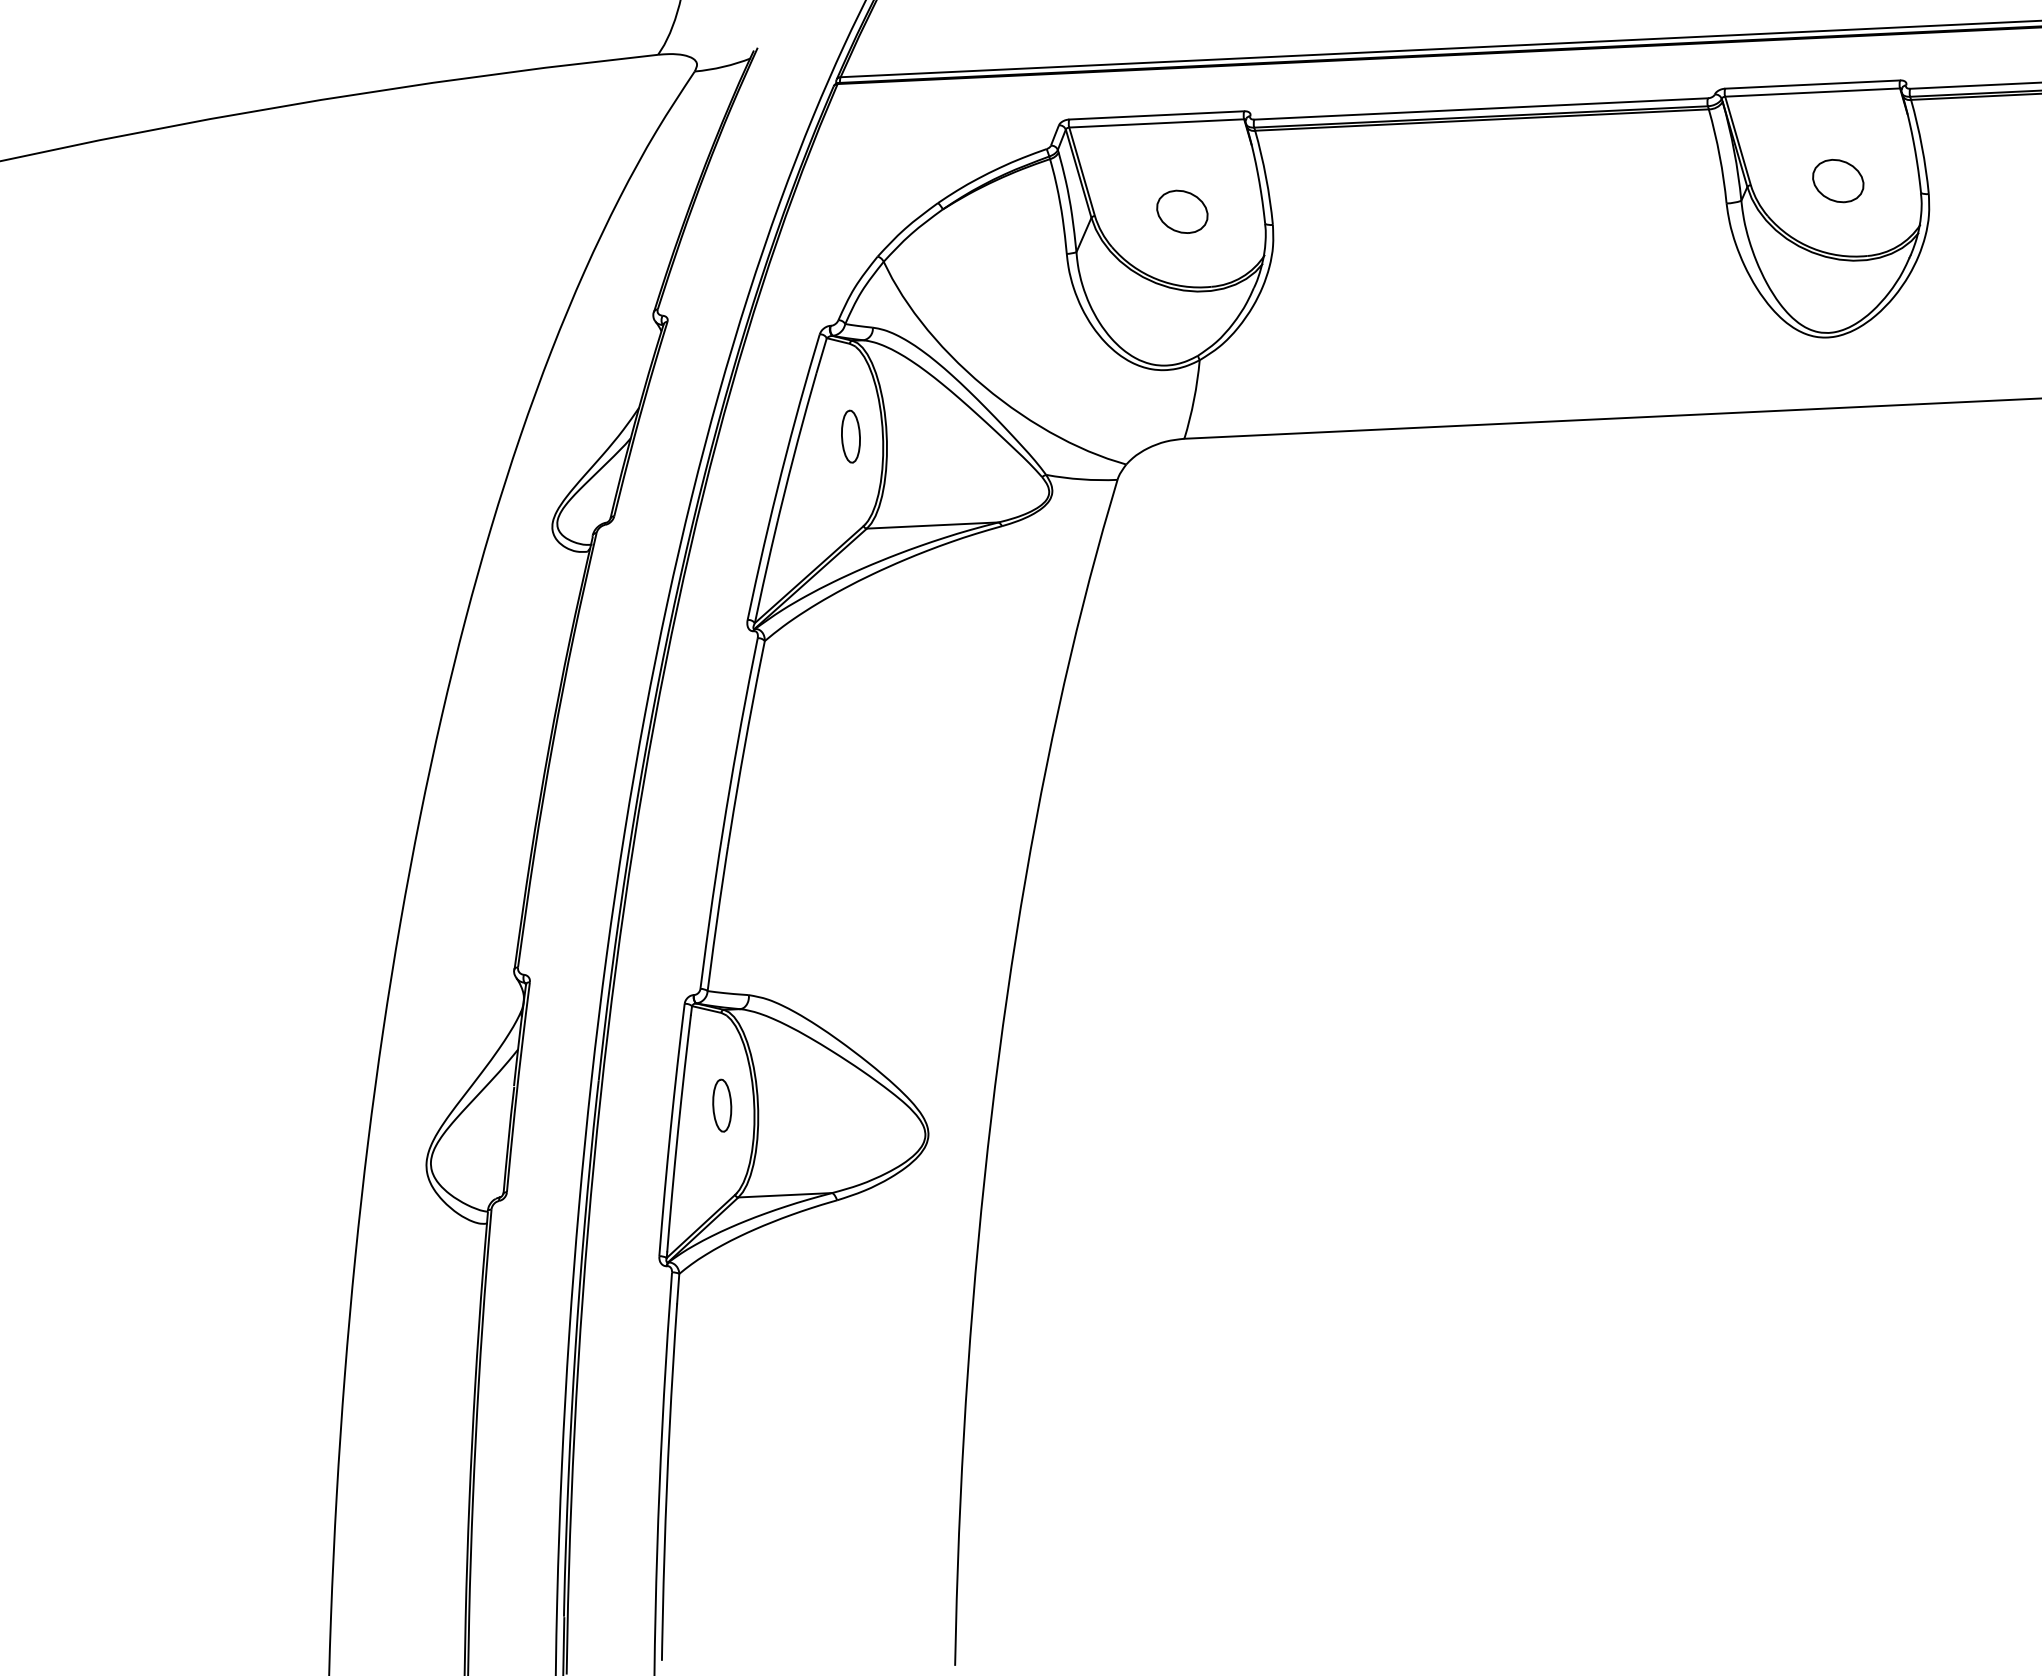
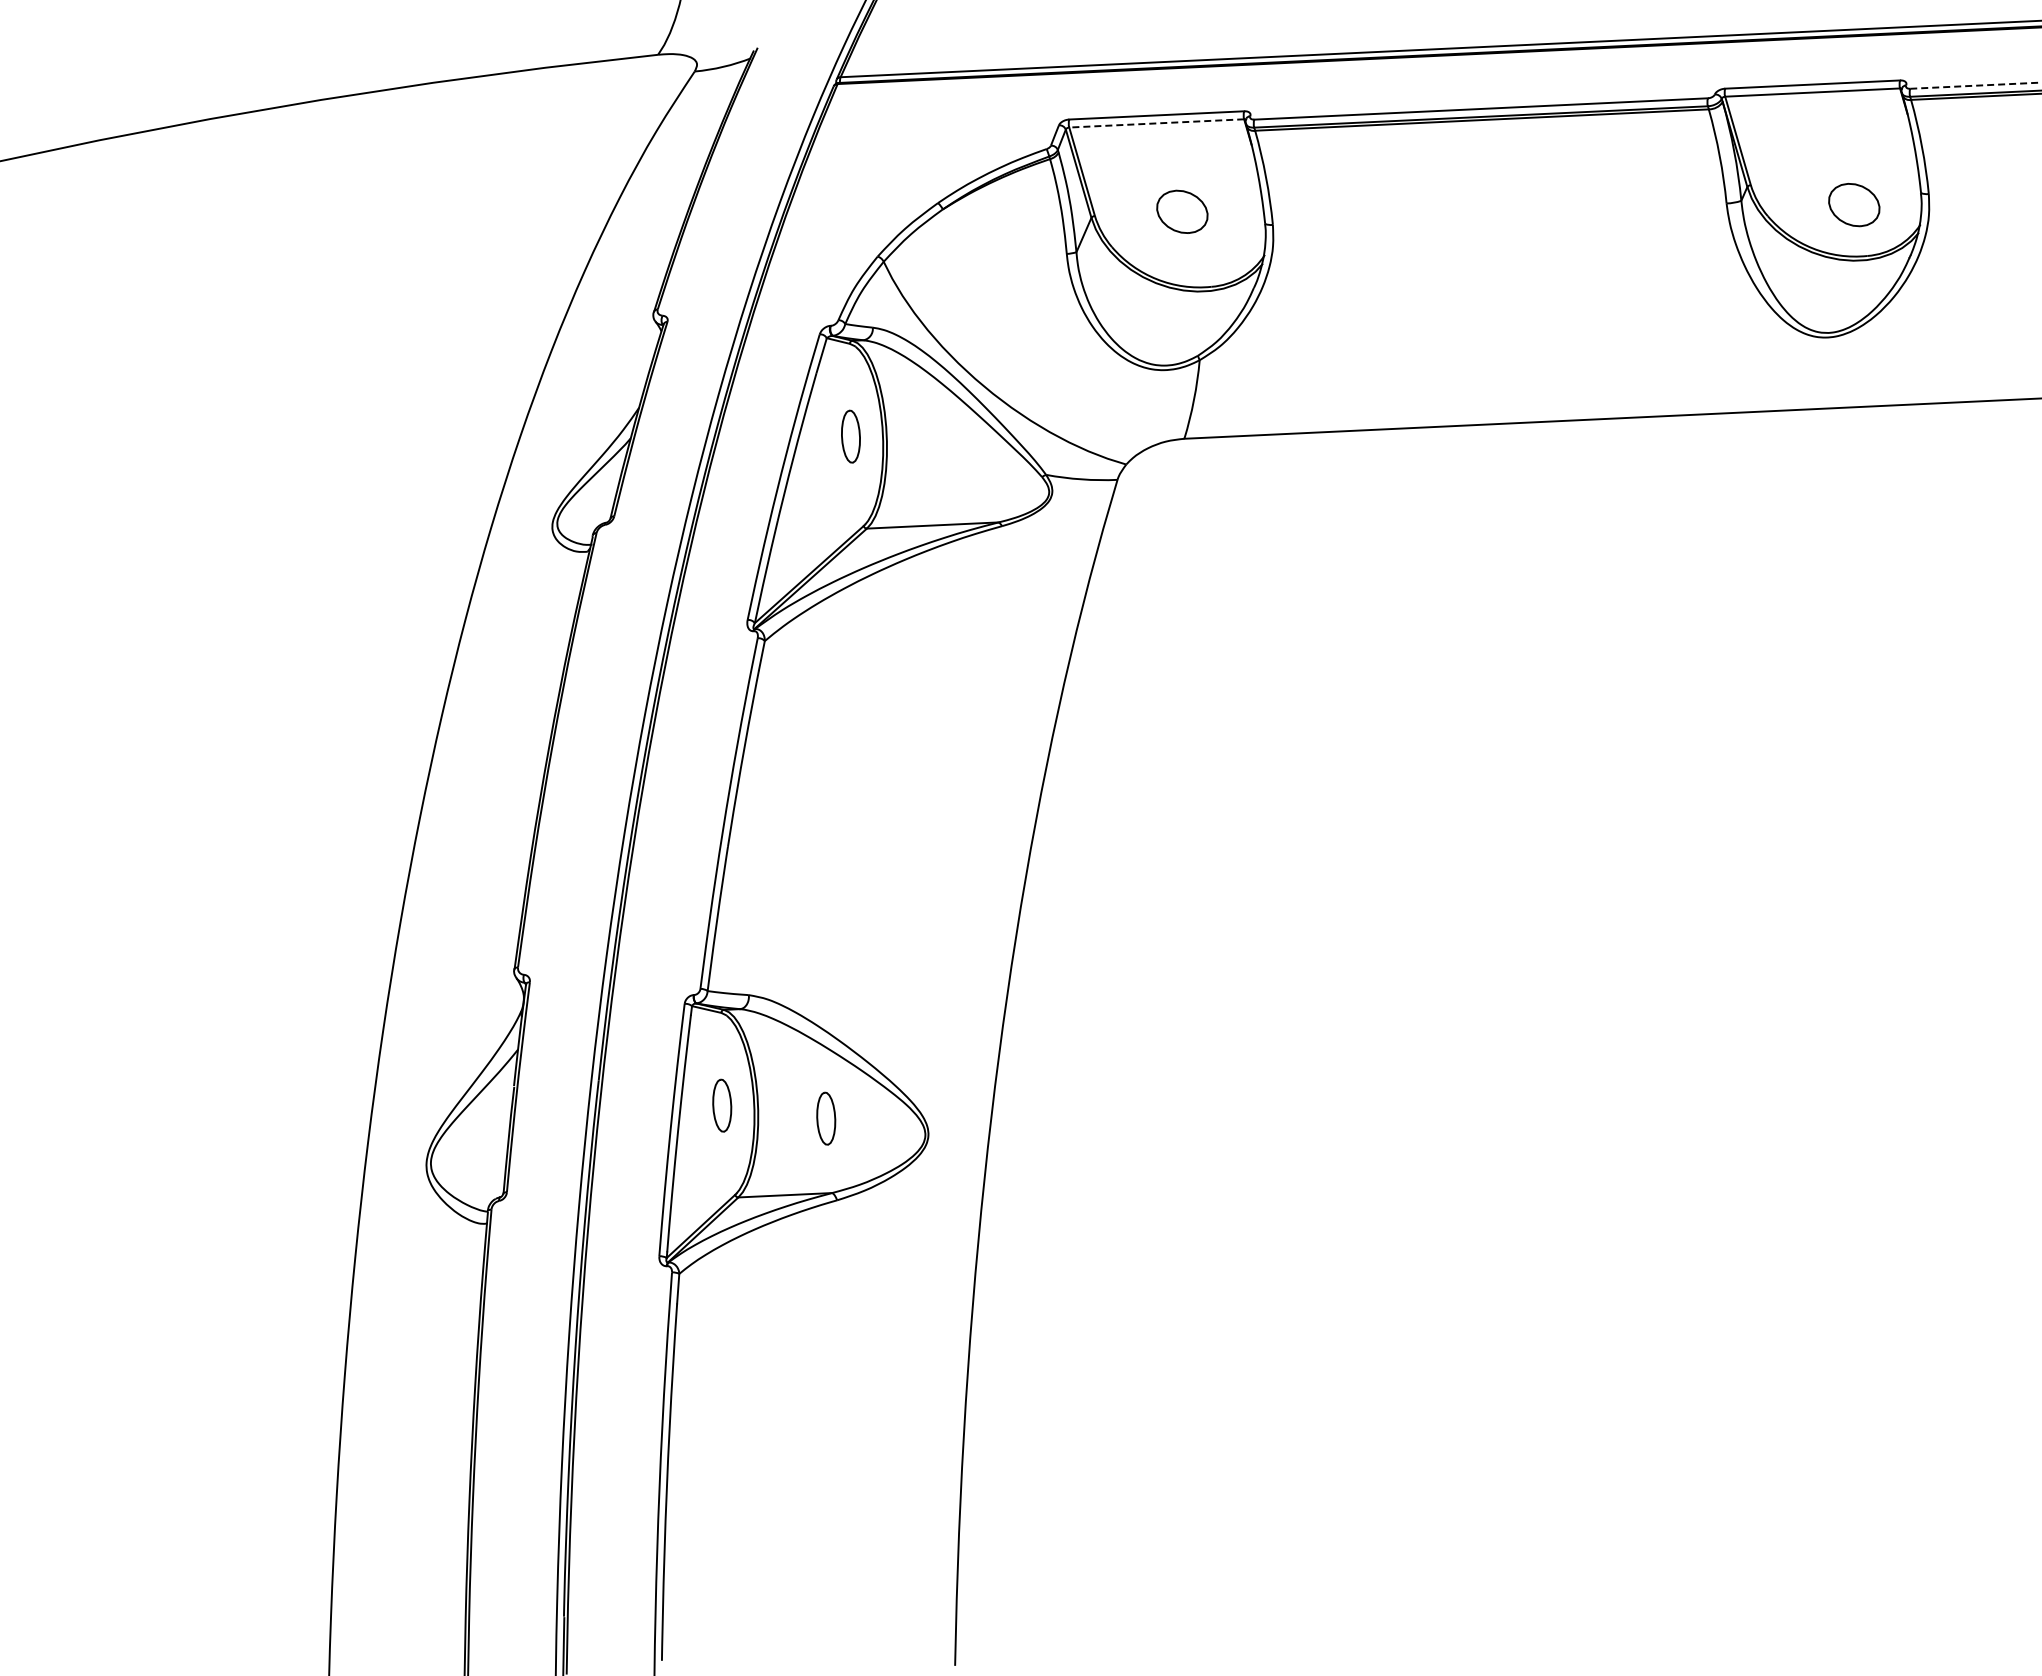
line at (1976, 85): solid -> dashed
line at (1156, 123): solid -> dashed
part at (1838, 181) position: (1838, 181) -> (1854, 205)
part at (826, 1118): none -> present
